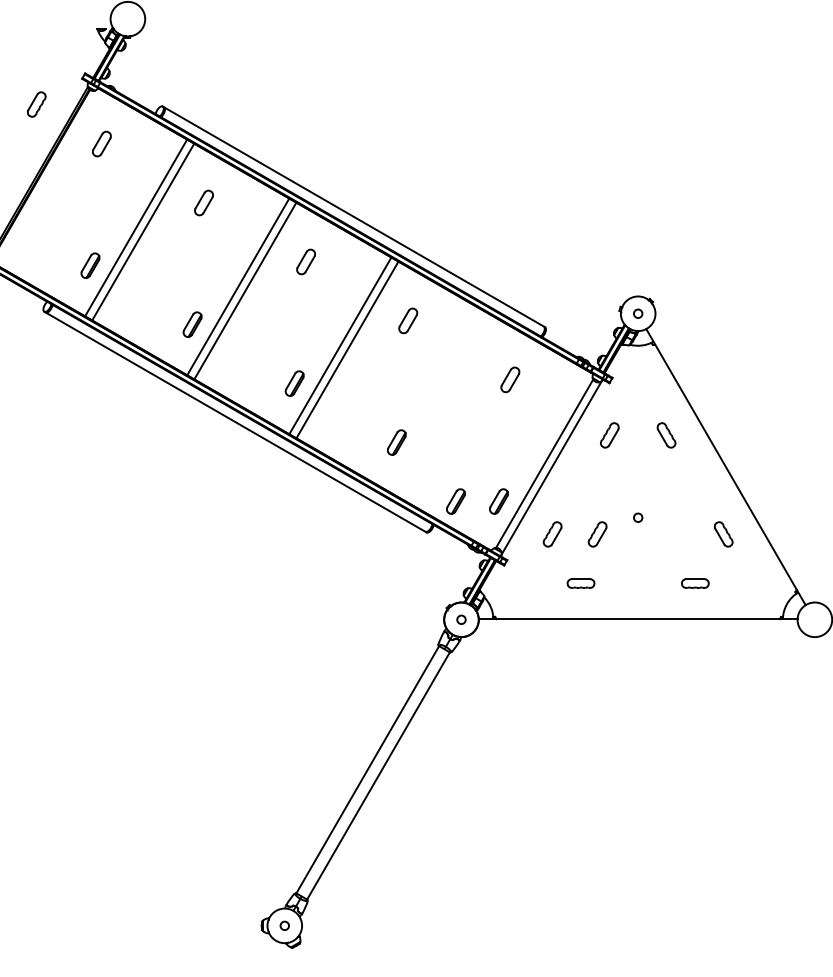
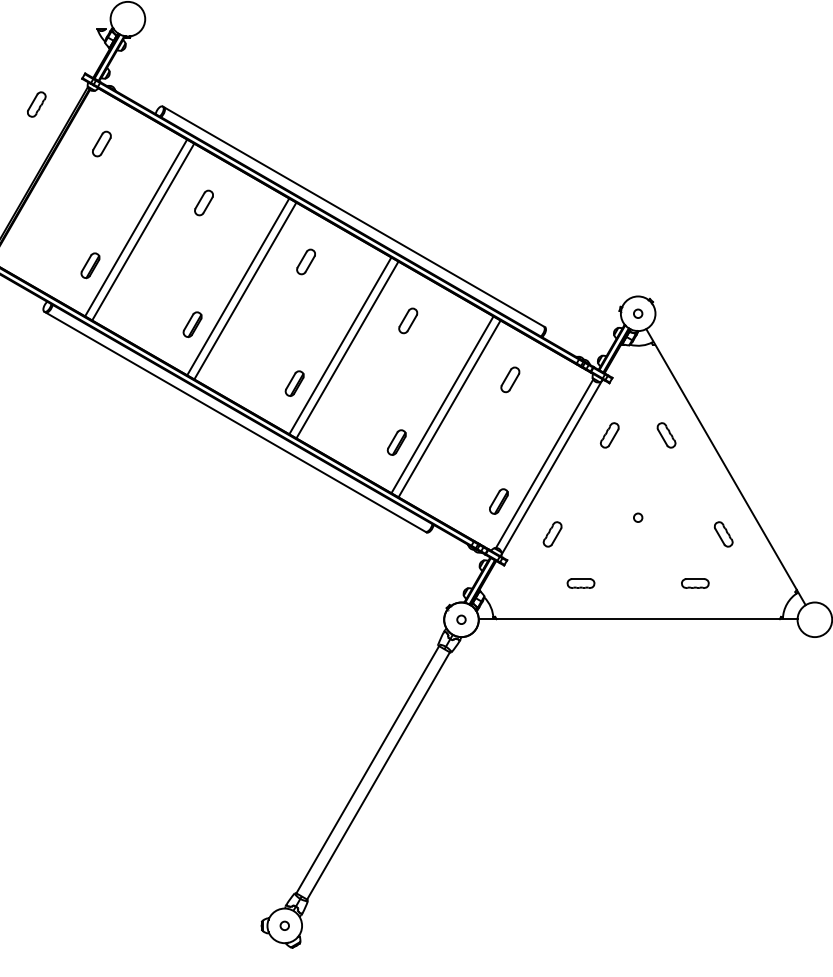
line at (442, 404): none -> present
line at (449, 408): none -> present
part at (455, 501): present -> none
part at (597, 534): present -> none
